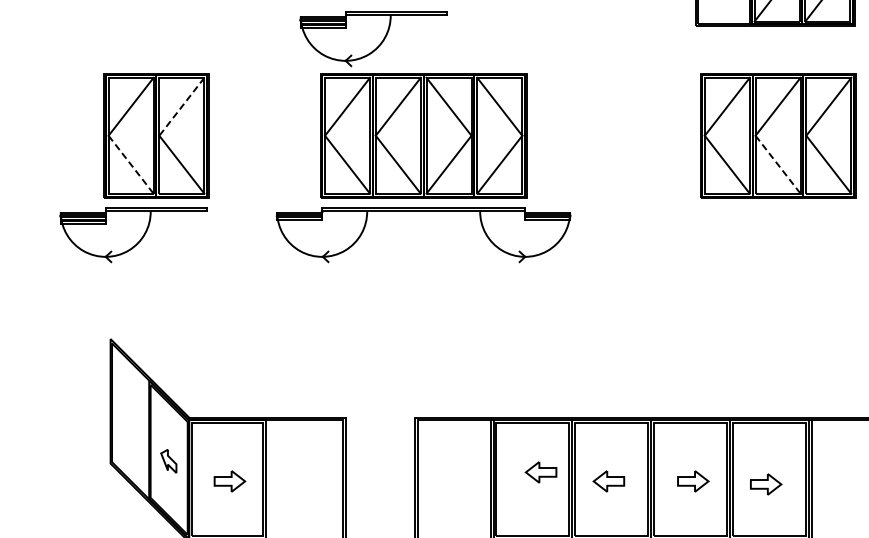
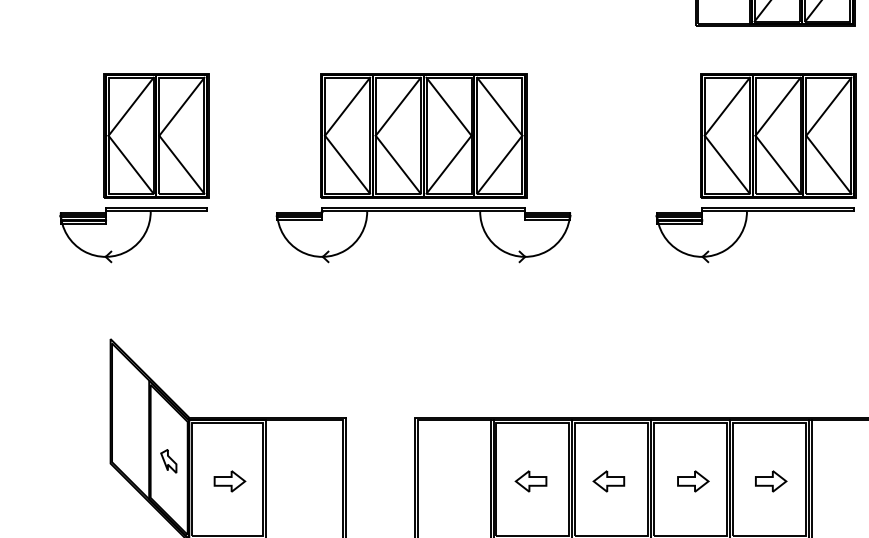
part at (373, 39): present -> none
line at (181, 106): dashed -> solid
line at (131, 164): dashed -> solid
line at (778, 164): dashed -> solid
part at (744, 229): none -> present
part at (540, 472) position: (540, 472) -> (530, 481)
part at (766, 484) position: (766, 484) -> (771, 481)
